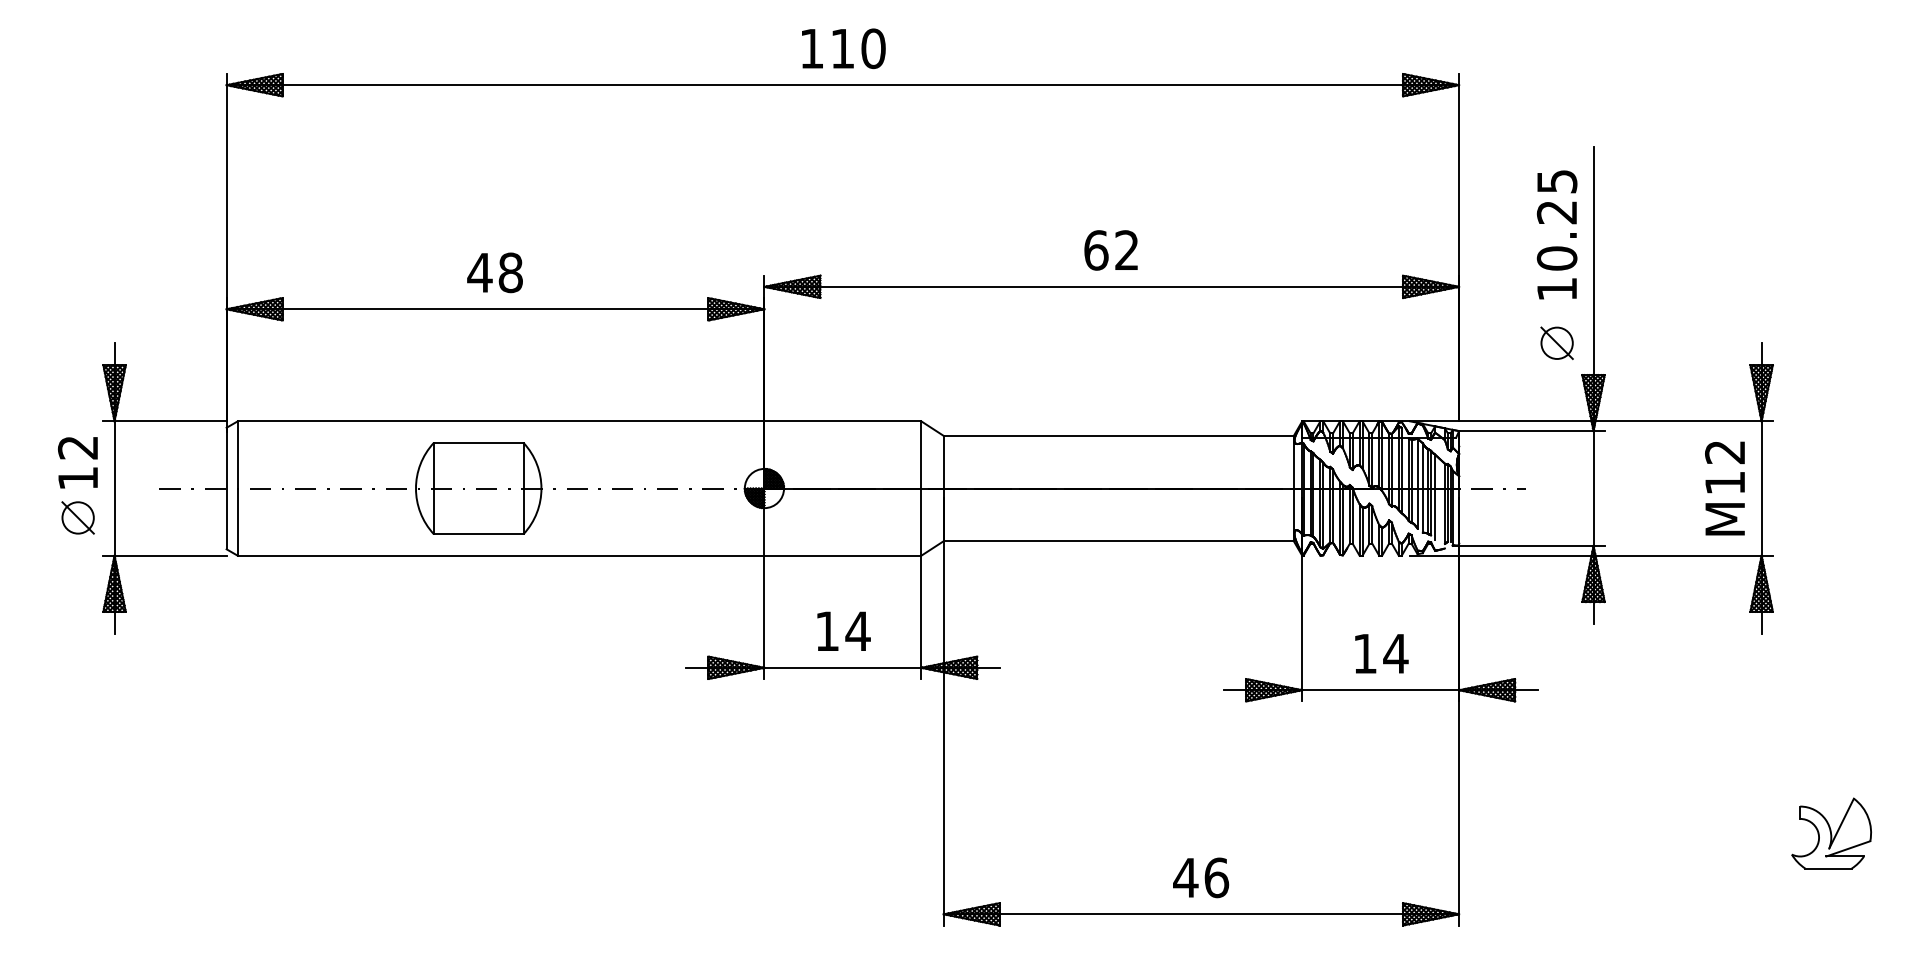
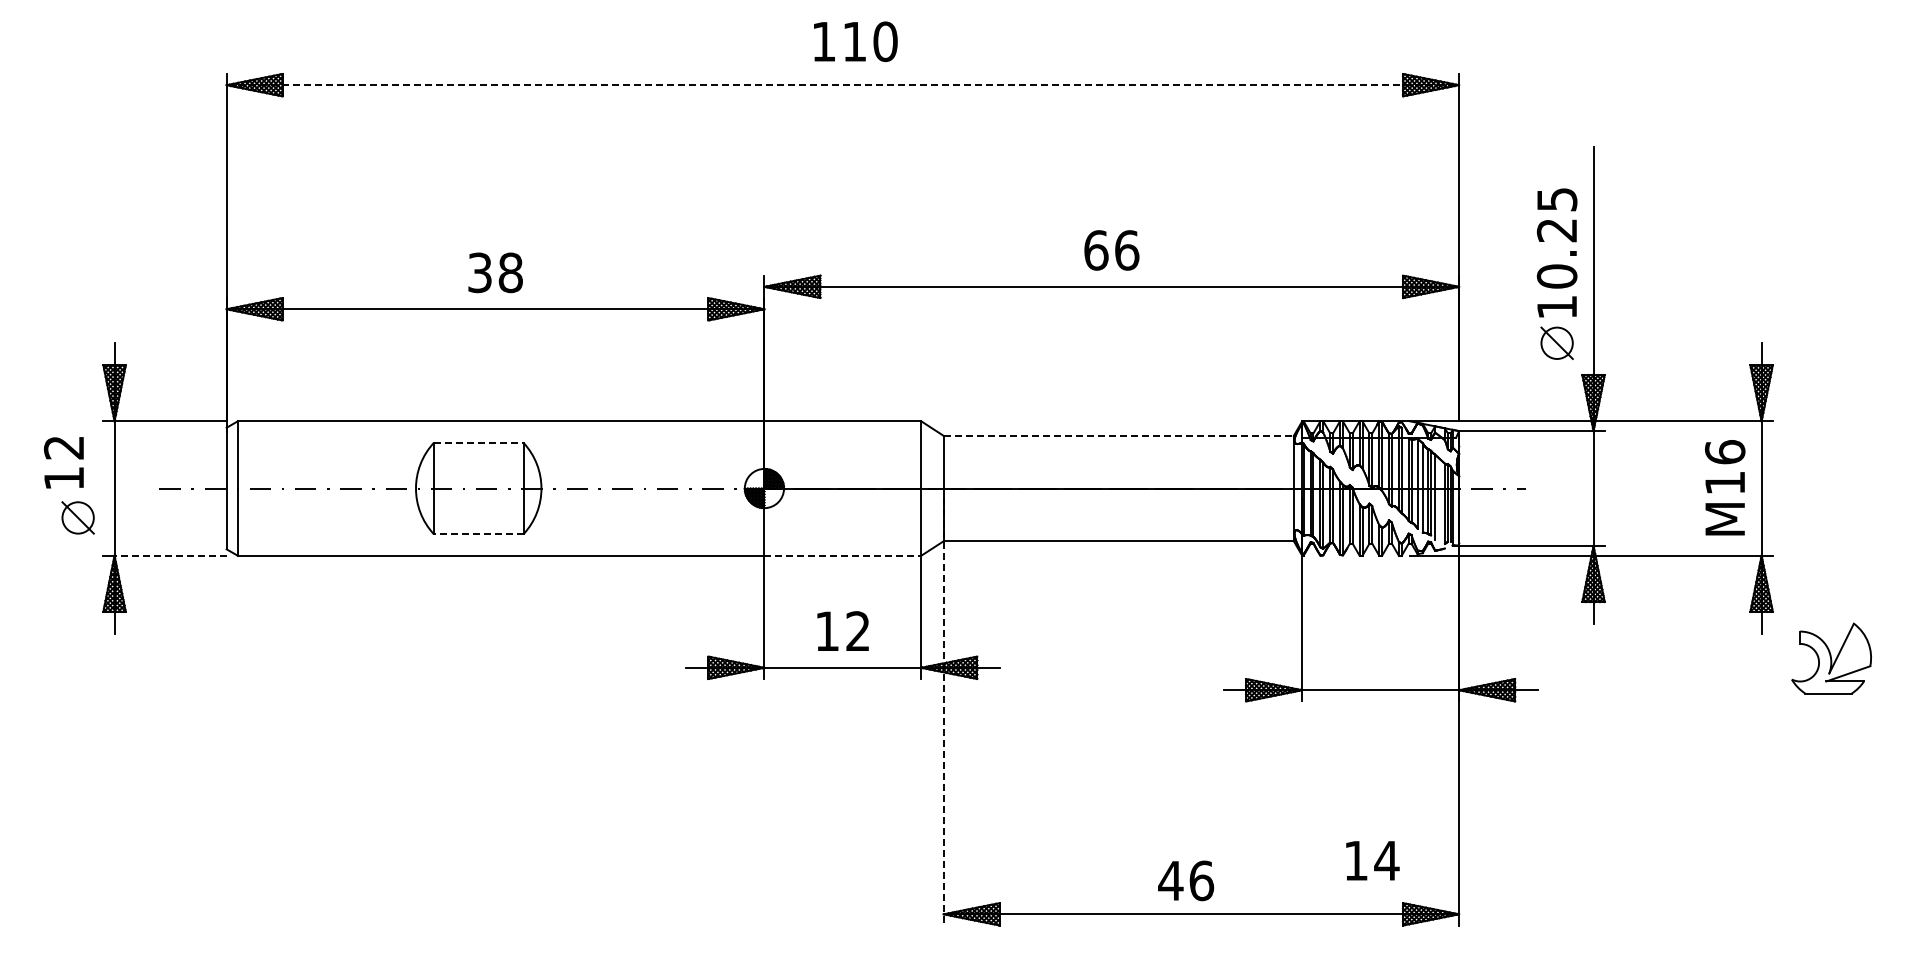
text at (843, 48) position: (843, 48) -> (855, 41)
line at (843, 85): solid -> dashed
text at (1556, 234) position: (1556, 234) -> (1556, 252)
text at (1127, 250): 62 -> 66
text at (479, 272): 48 -> 38
line at (1119, 435): solid -> dashed
line at (478, 442): solid -> dashed
text at (1725, 452): M12 -> M16
text at (77, 462) position: (77, 462) -> (63, 462)
line at (478, 534): solid -> dashed
line at (170, 555): solid -> dashed
line at (843, 555): solid -> dashed
text at (857, 630): 14 -> 12
text at (1381, 653) position: (1381, 653) -> (1372, 860)
line at (943, 711): solid -> dashed
part at (1831, 833) position: (1831, 833) -> (1831, 658)
text at (1201, 877) position: (1201, 877) -> (1186, 880)
